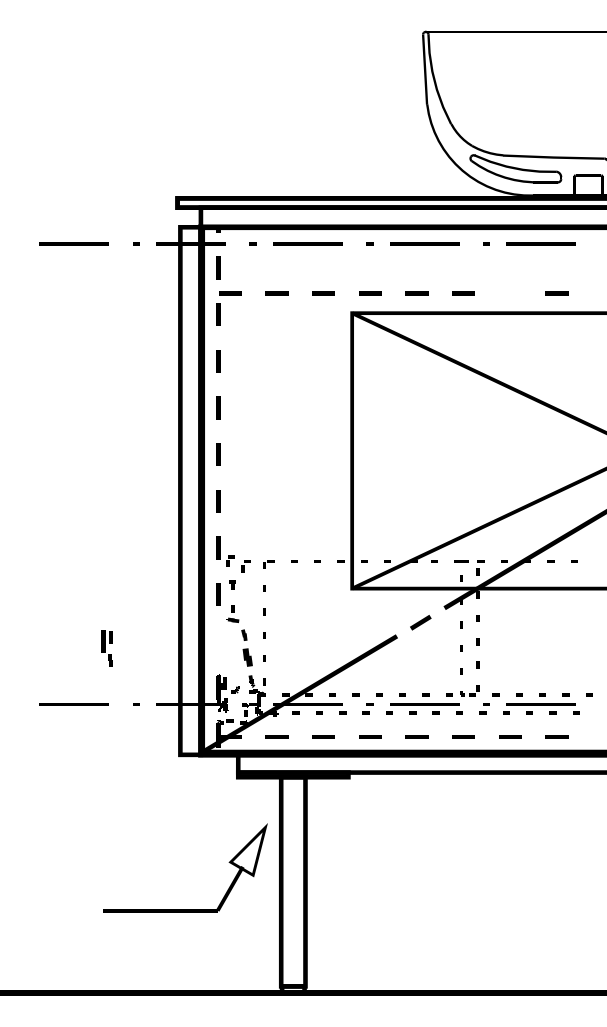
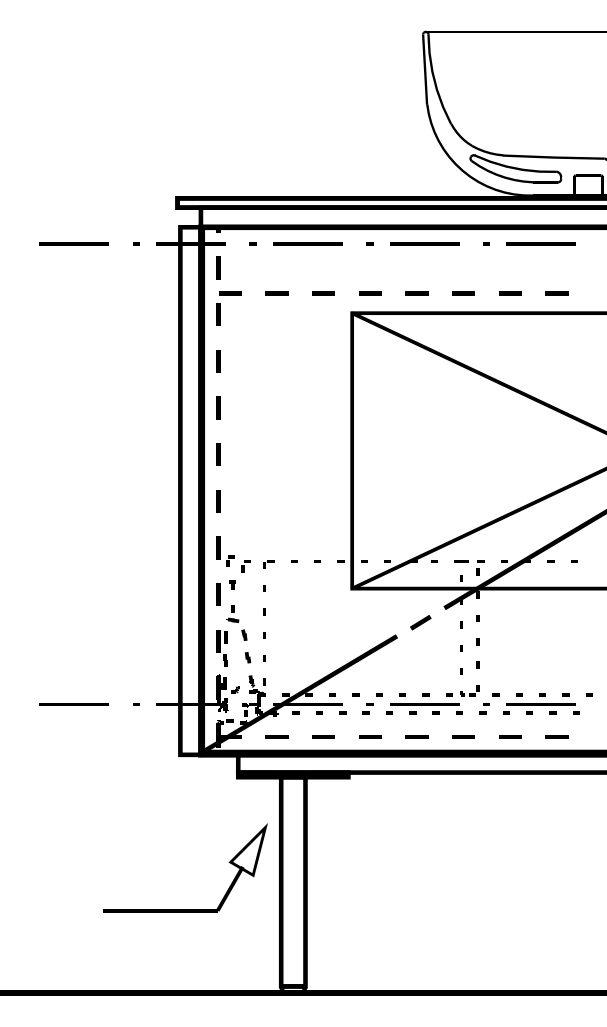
line at (510, 293): none -> present
part at (106, 648) position: (106, 648) -> (221, 648)
part at (247, 657) size: 11x19 px -> 7x12 px
